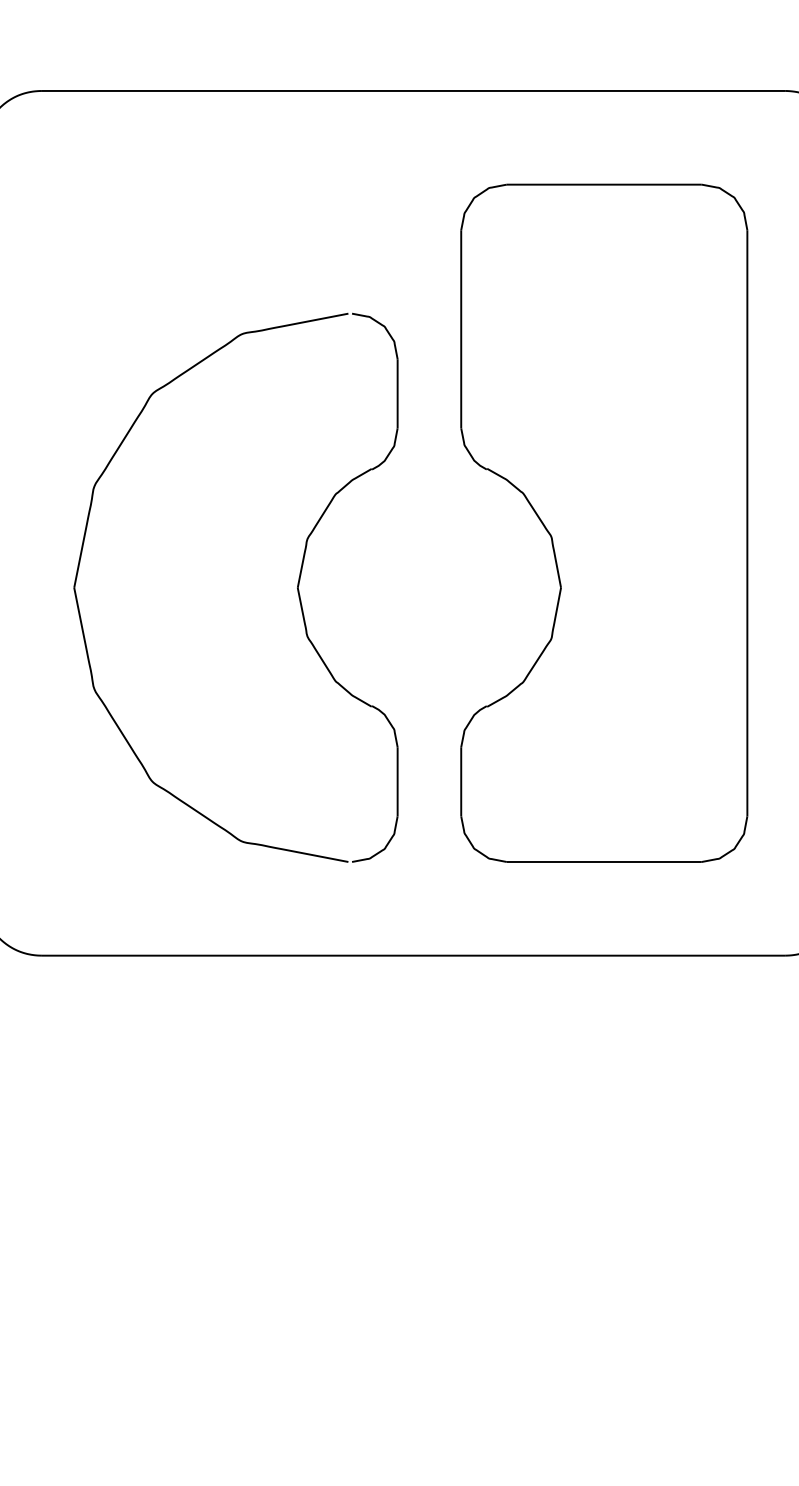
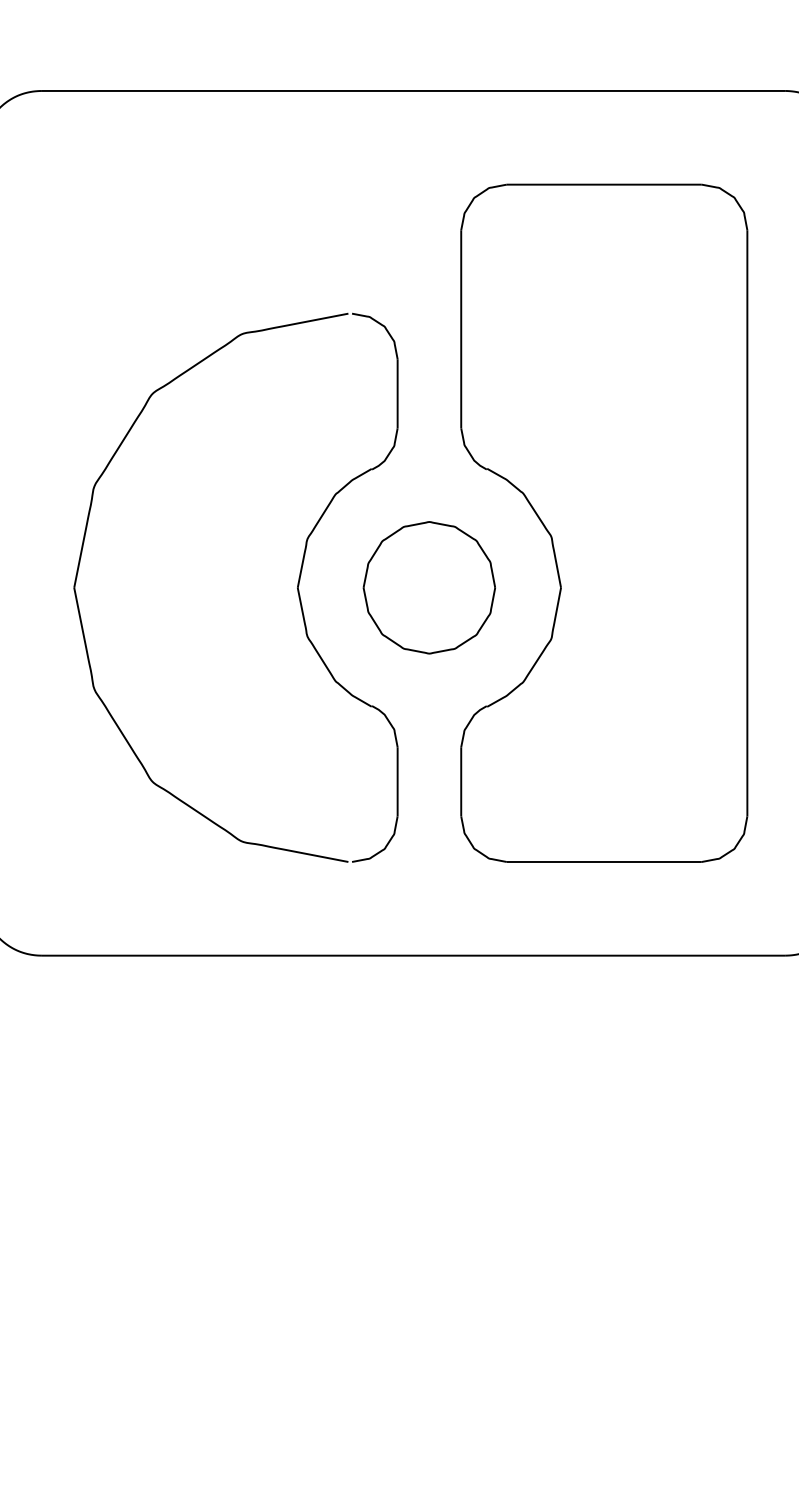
part at (428, 587): none -> present
